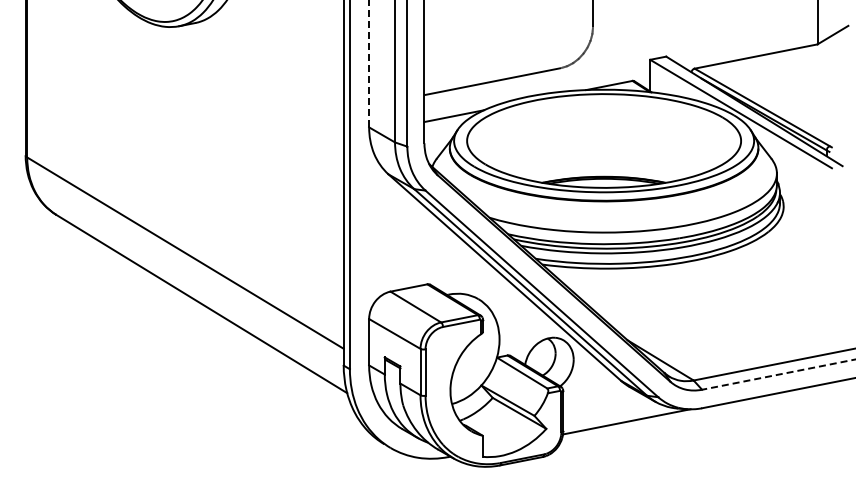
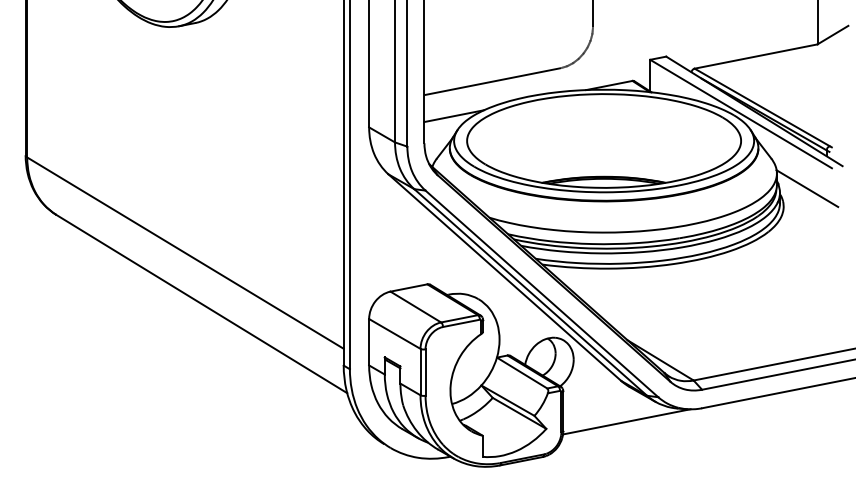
line at (369, 63): dashed -> solid
line at (807, 188): none -> present
line at (778, 374): dashed -> solid
